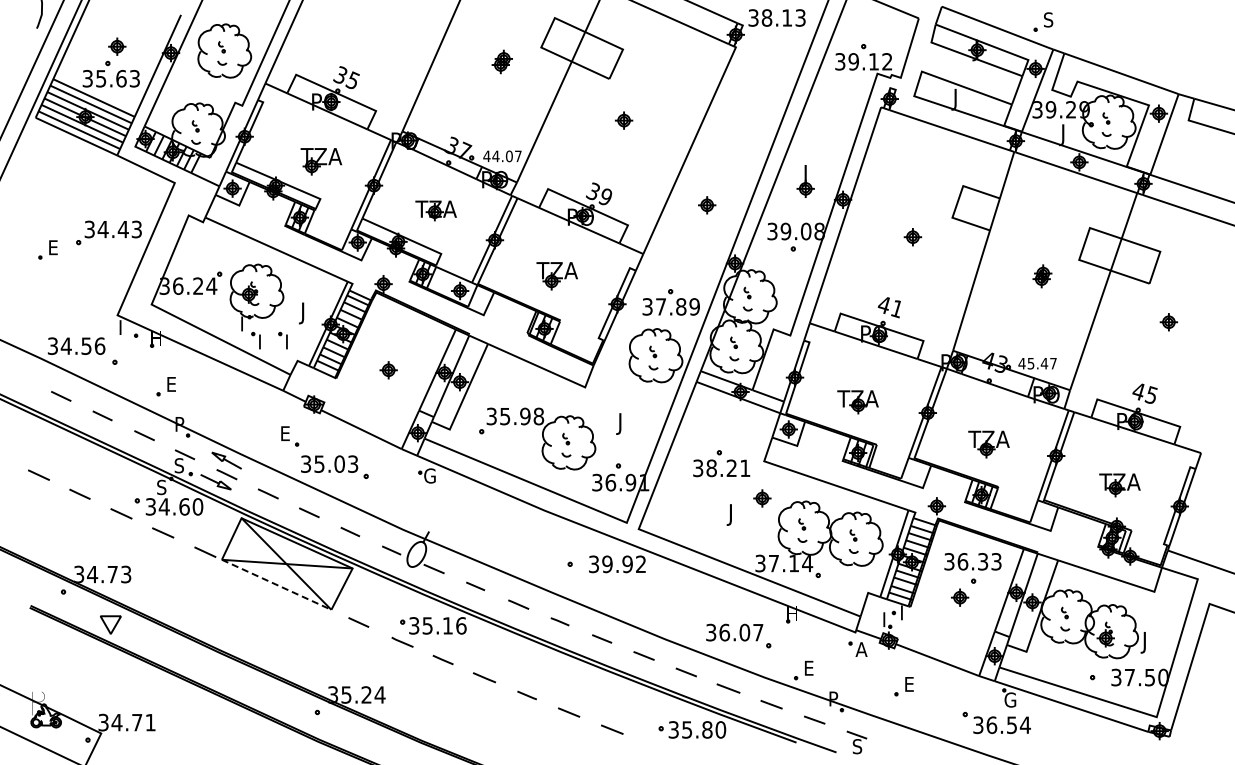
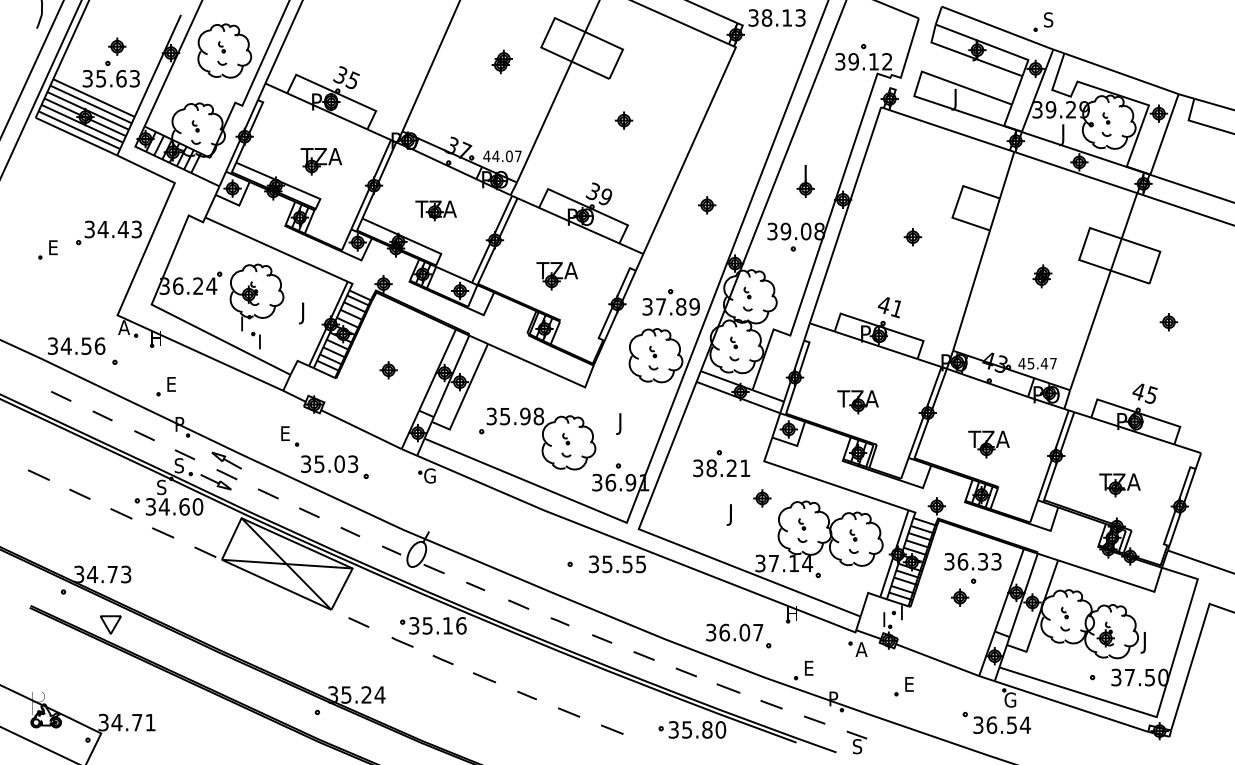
text at (124, 327): I -> A
part at (282, 340): present -> none
text at (623, 564): 39.92 -> 35.55
line at (277, 585): dashed -> solid
